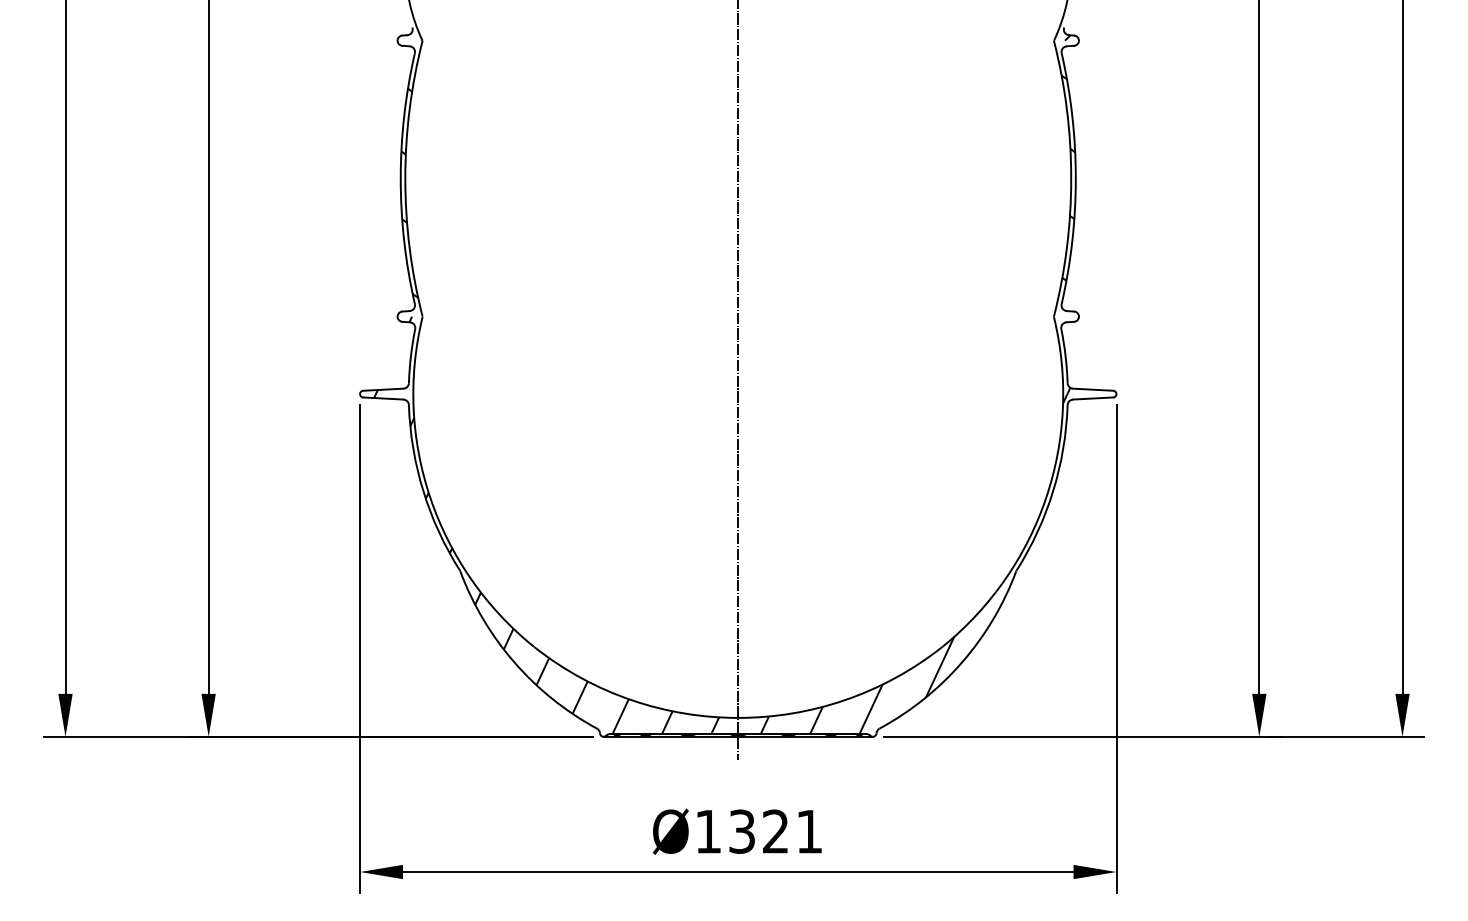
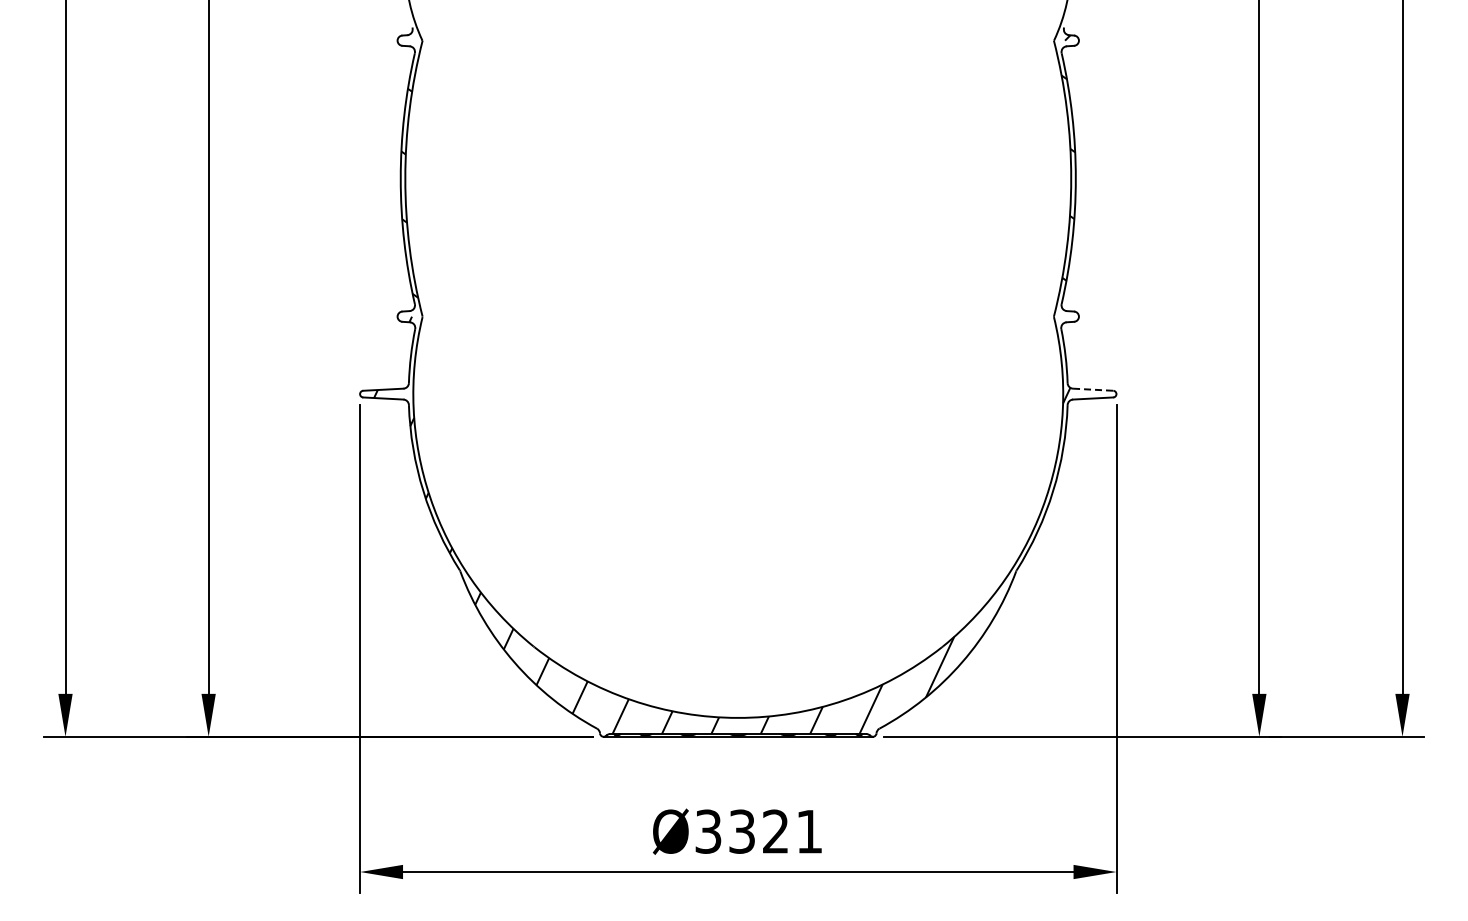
line at (738, 381): present -> none
line at (1093, 389): solid -> dashed
text at (708, 831): Ø1321 -> Ø3321
